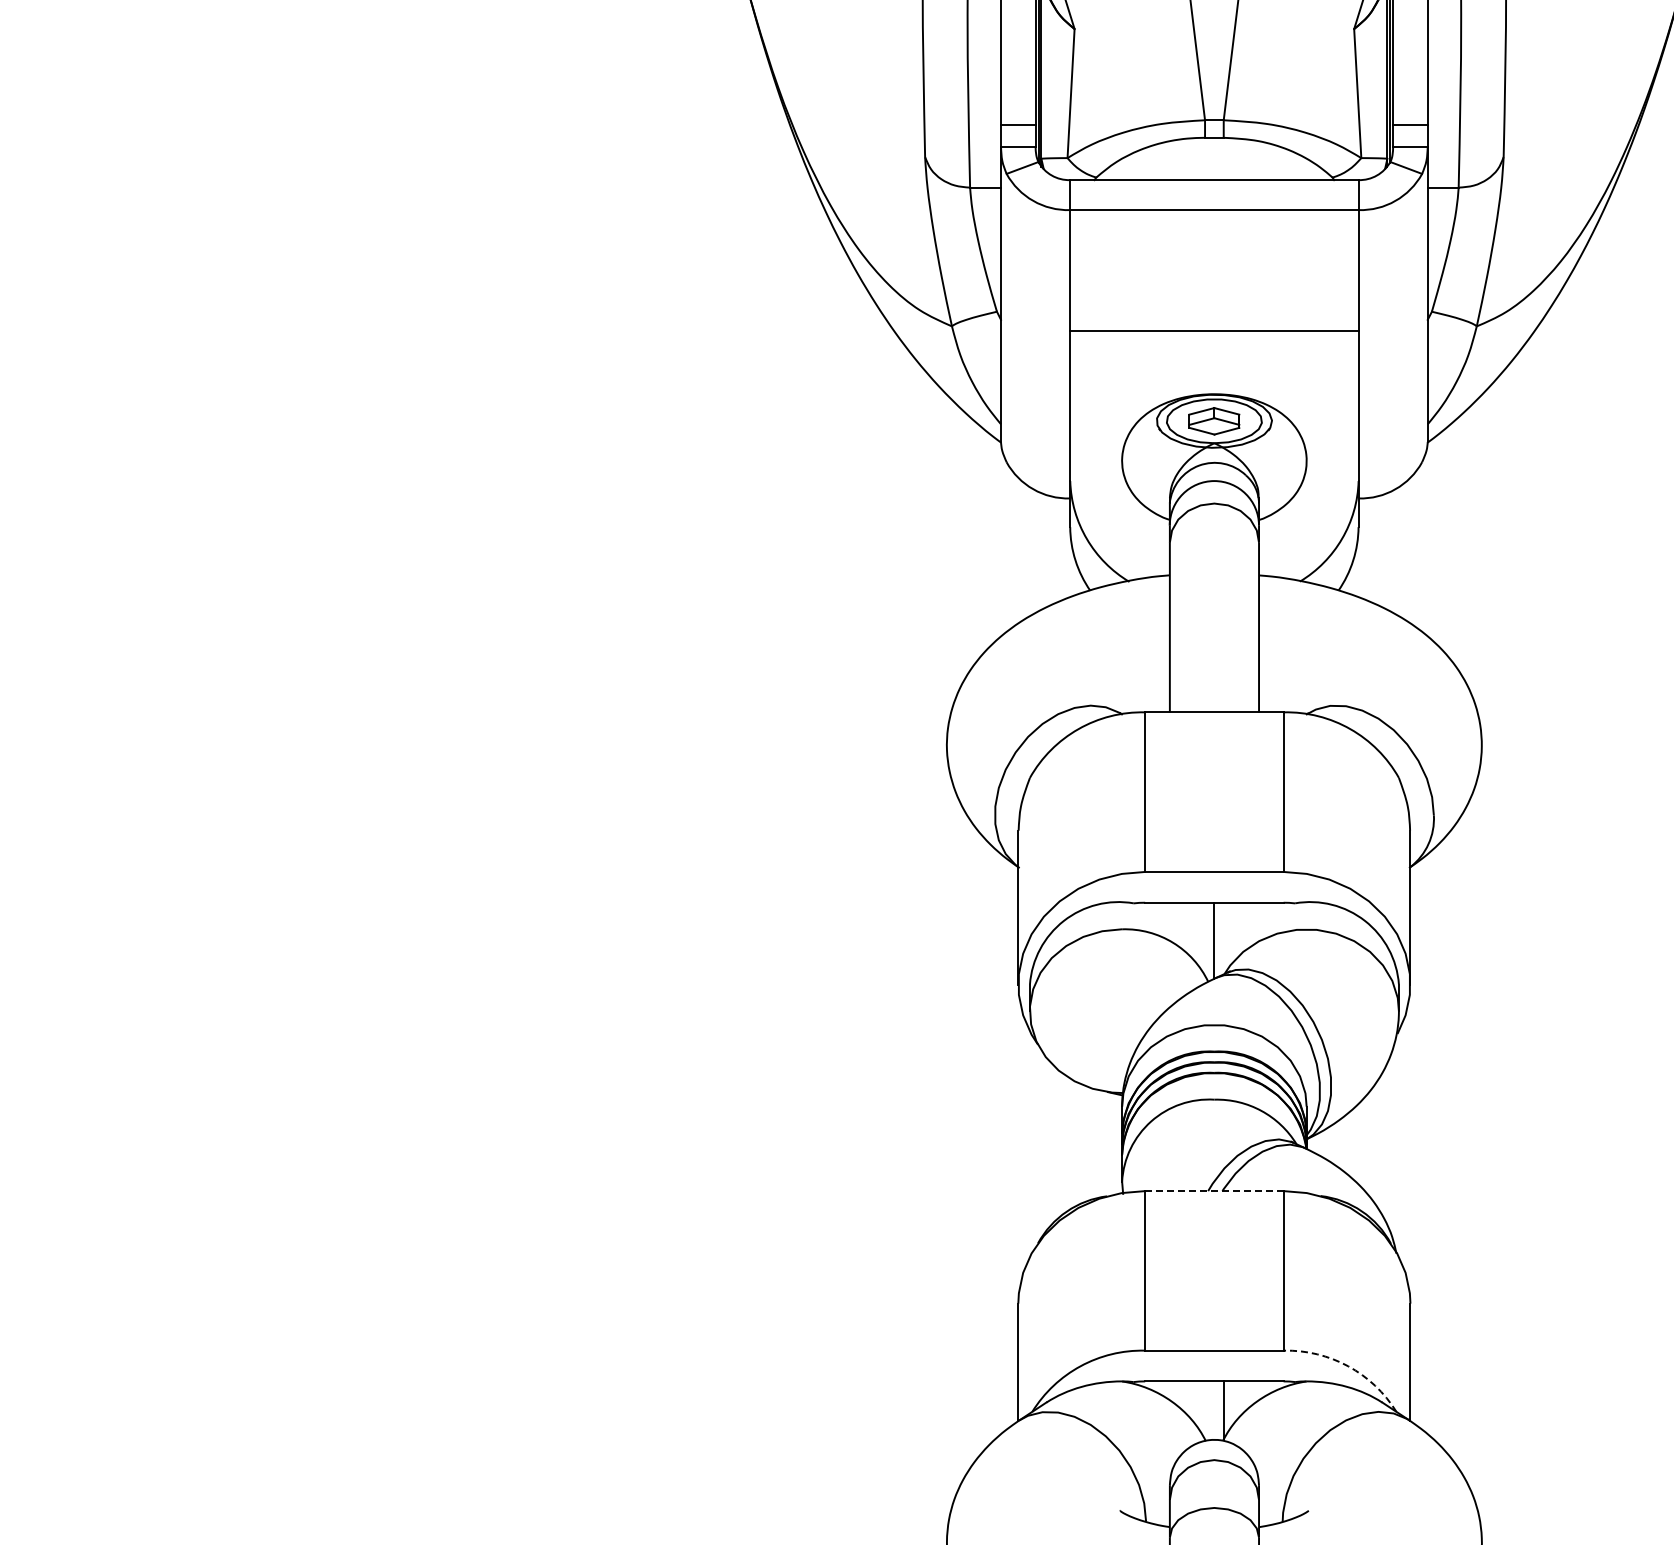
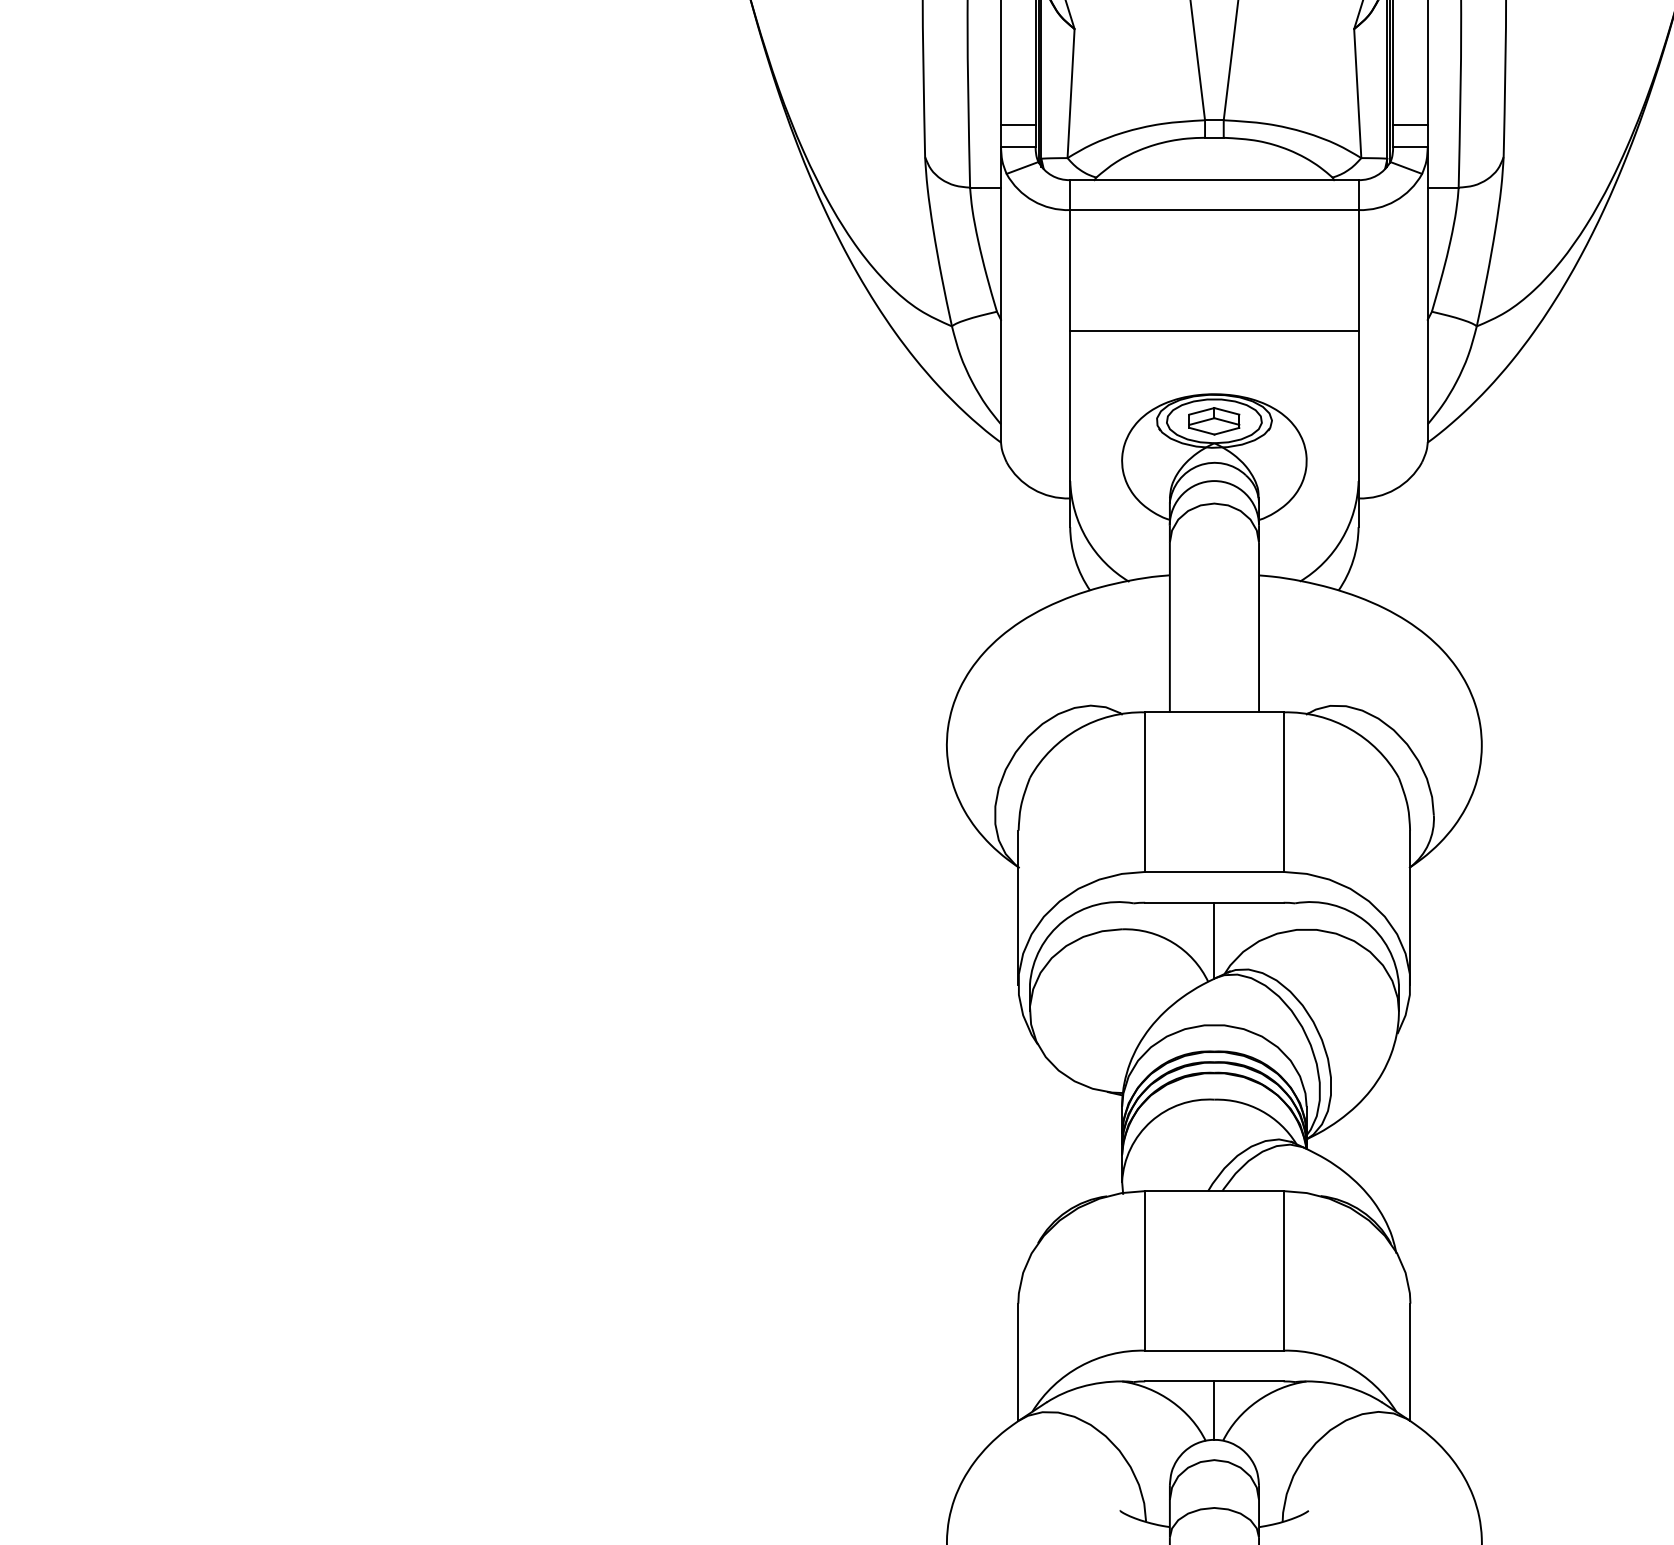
line at (1214, 1191): dashed -> solid
arc at (1348, 1366): dashed -> solid
line at (1224, 1410) position: (1224, 1410) -> (1214, 1410)
